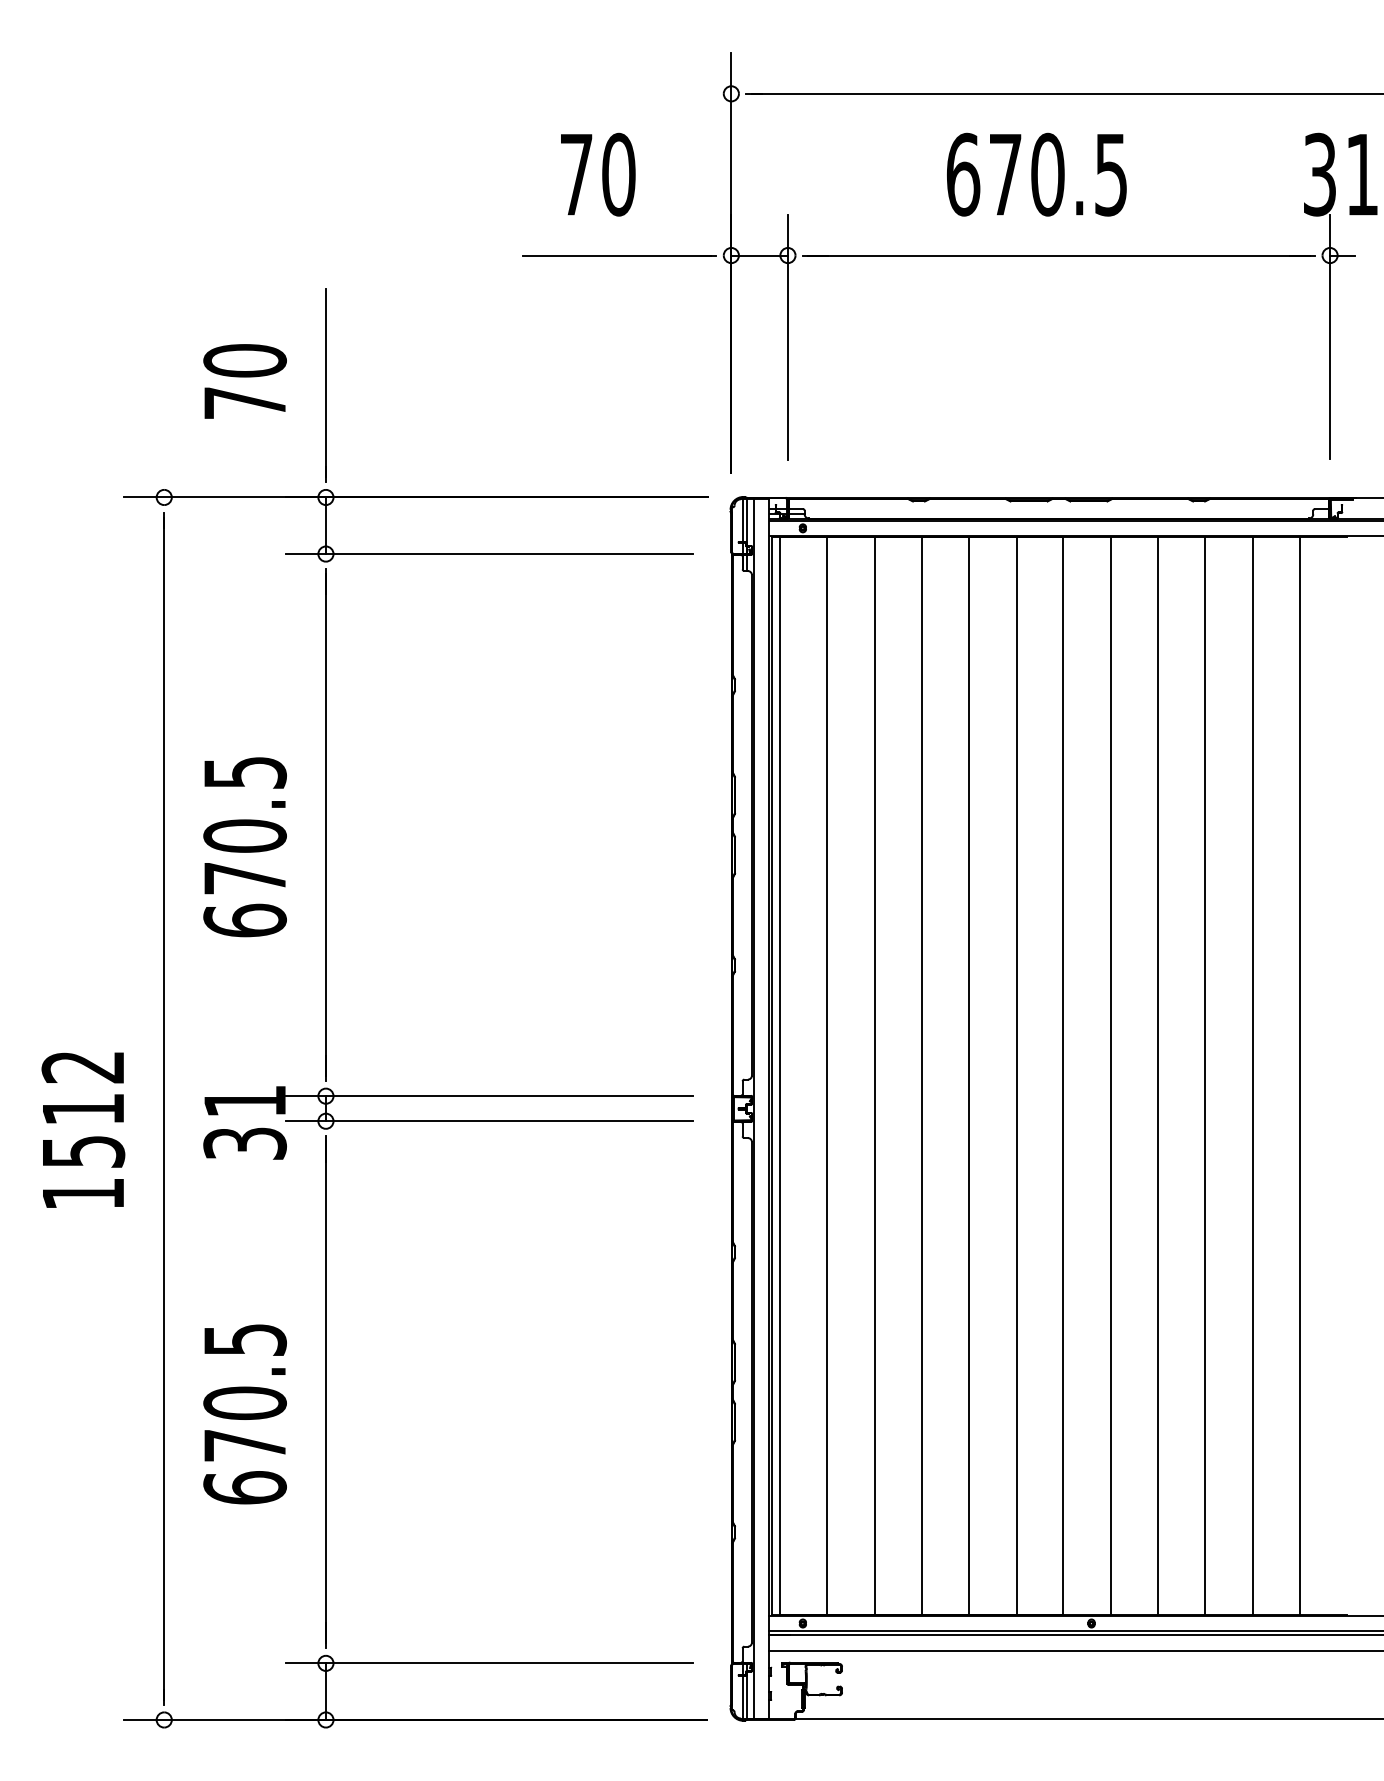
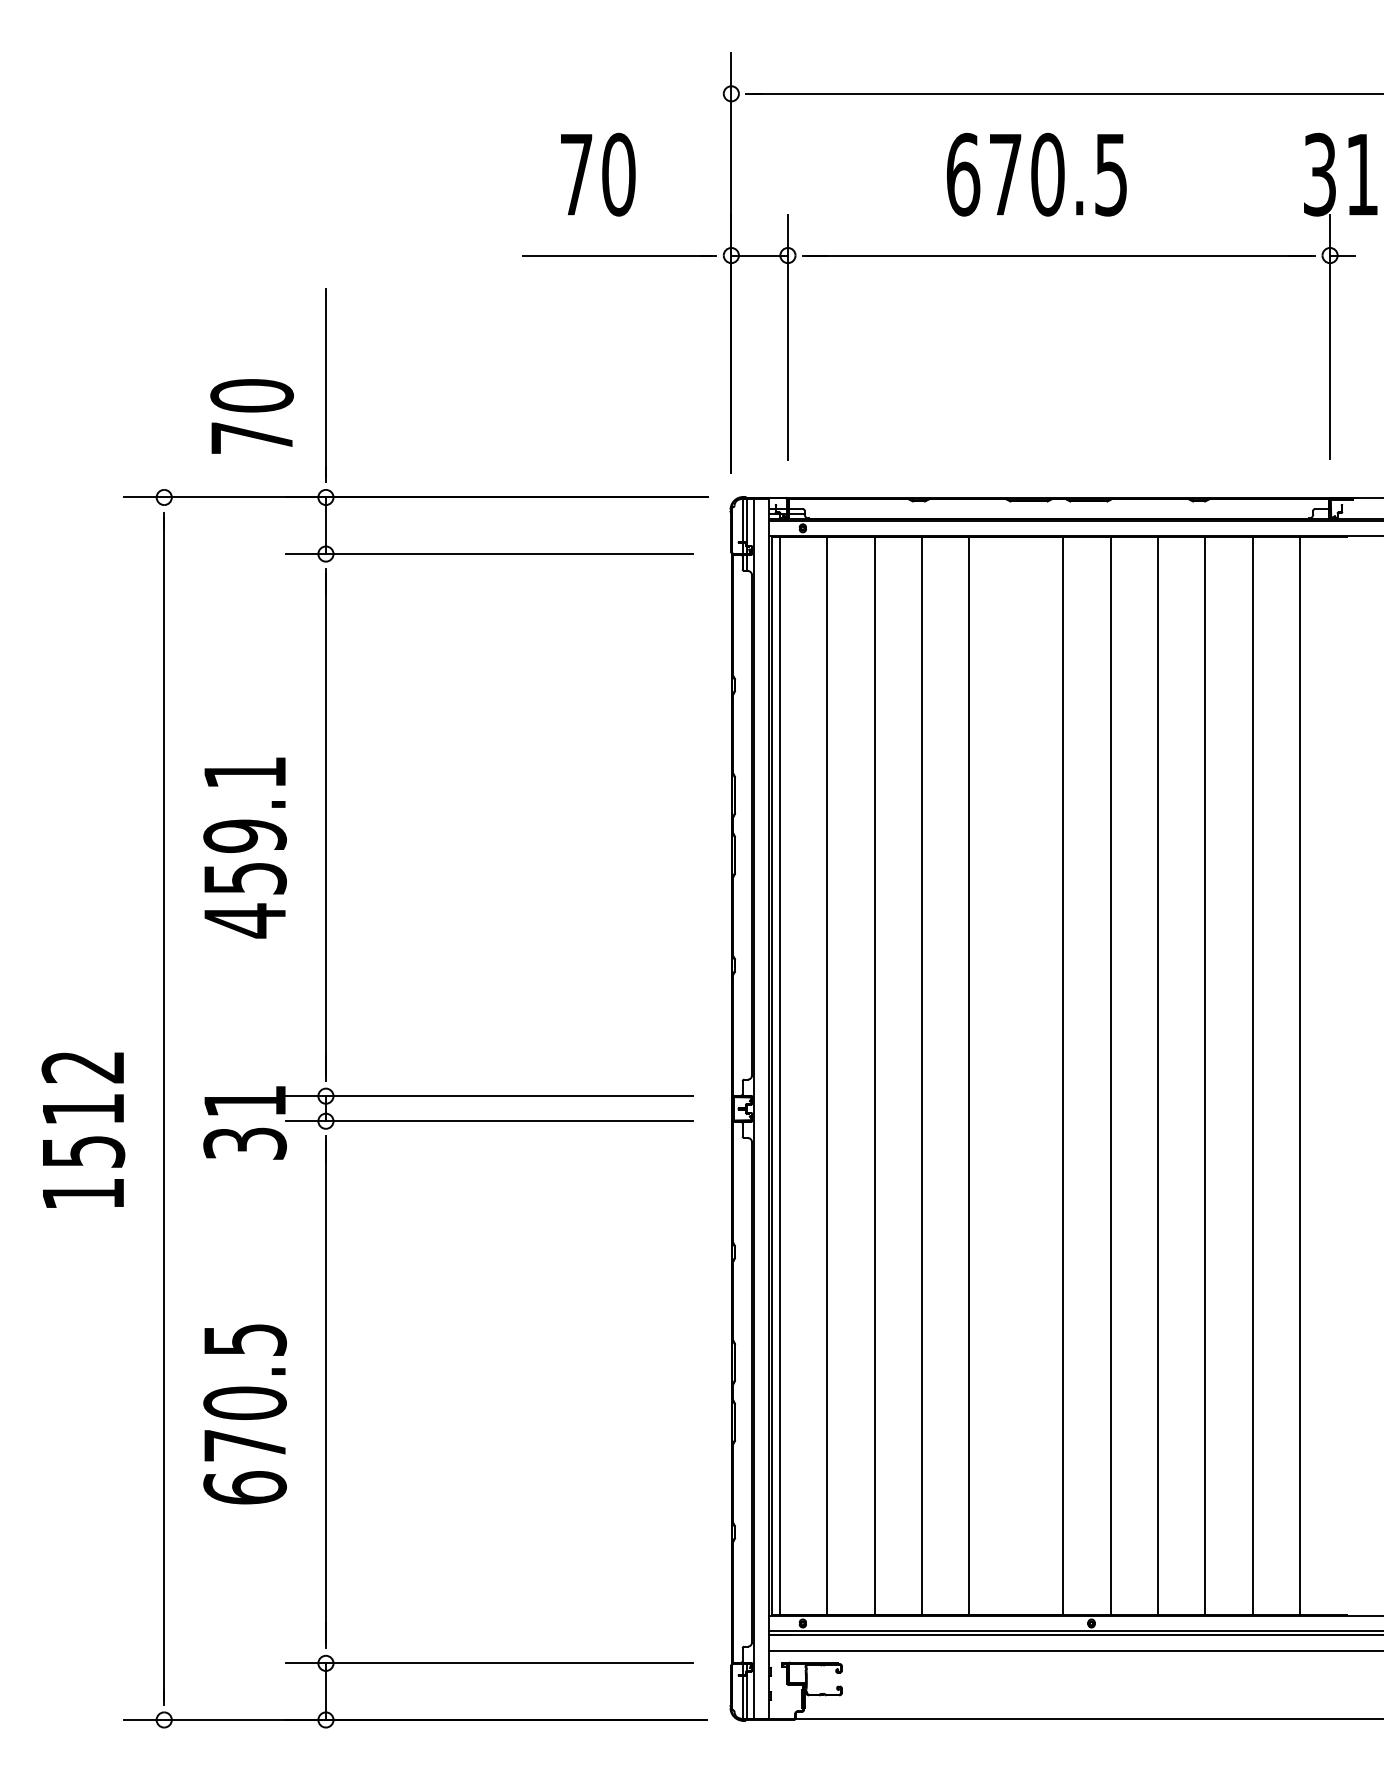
text at (244, 381) position: (244, 381) -> (251, 416)
text at (244, 847): 670.5 -> 459.1
line at (1016, 1075): present -> none
